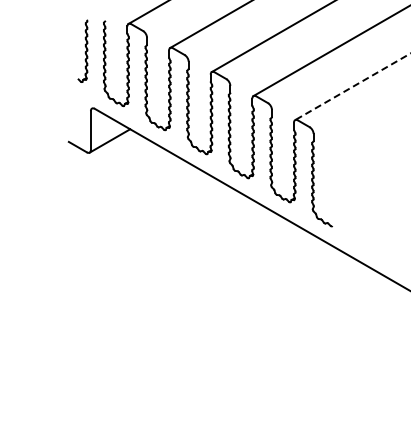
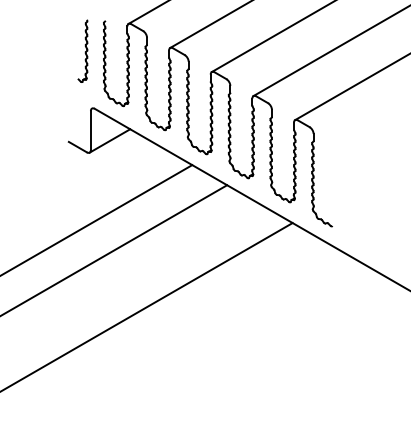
line at (352, 87): dashed -> solid
line at (97, 219): none -> present
line at (114, 249): none -> present
line at (147, 306): none -> present
